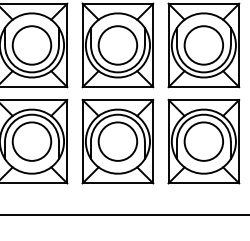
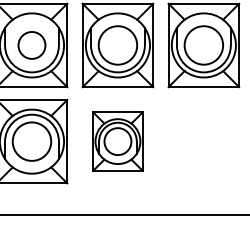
circle at (31, 45) diameter: 38 px -> 27 px
part at (117, 141) size: 74x87 px -> 52x61 px
part at (203, 141): present -> none
